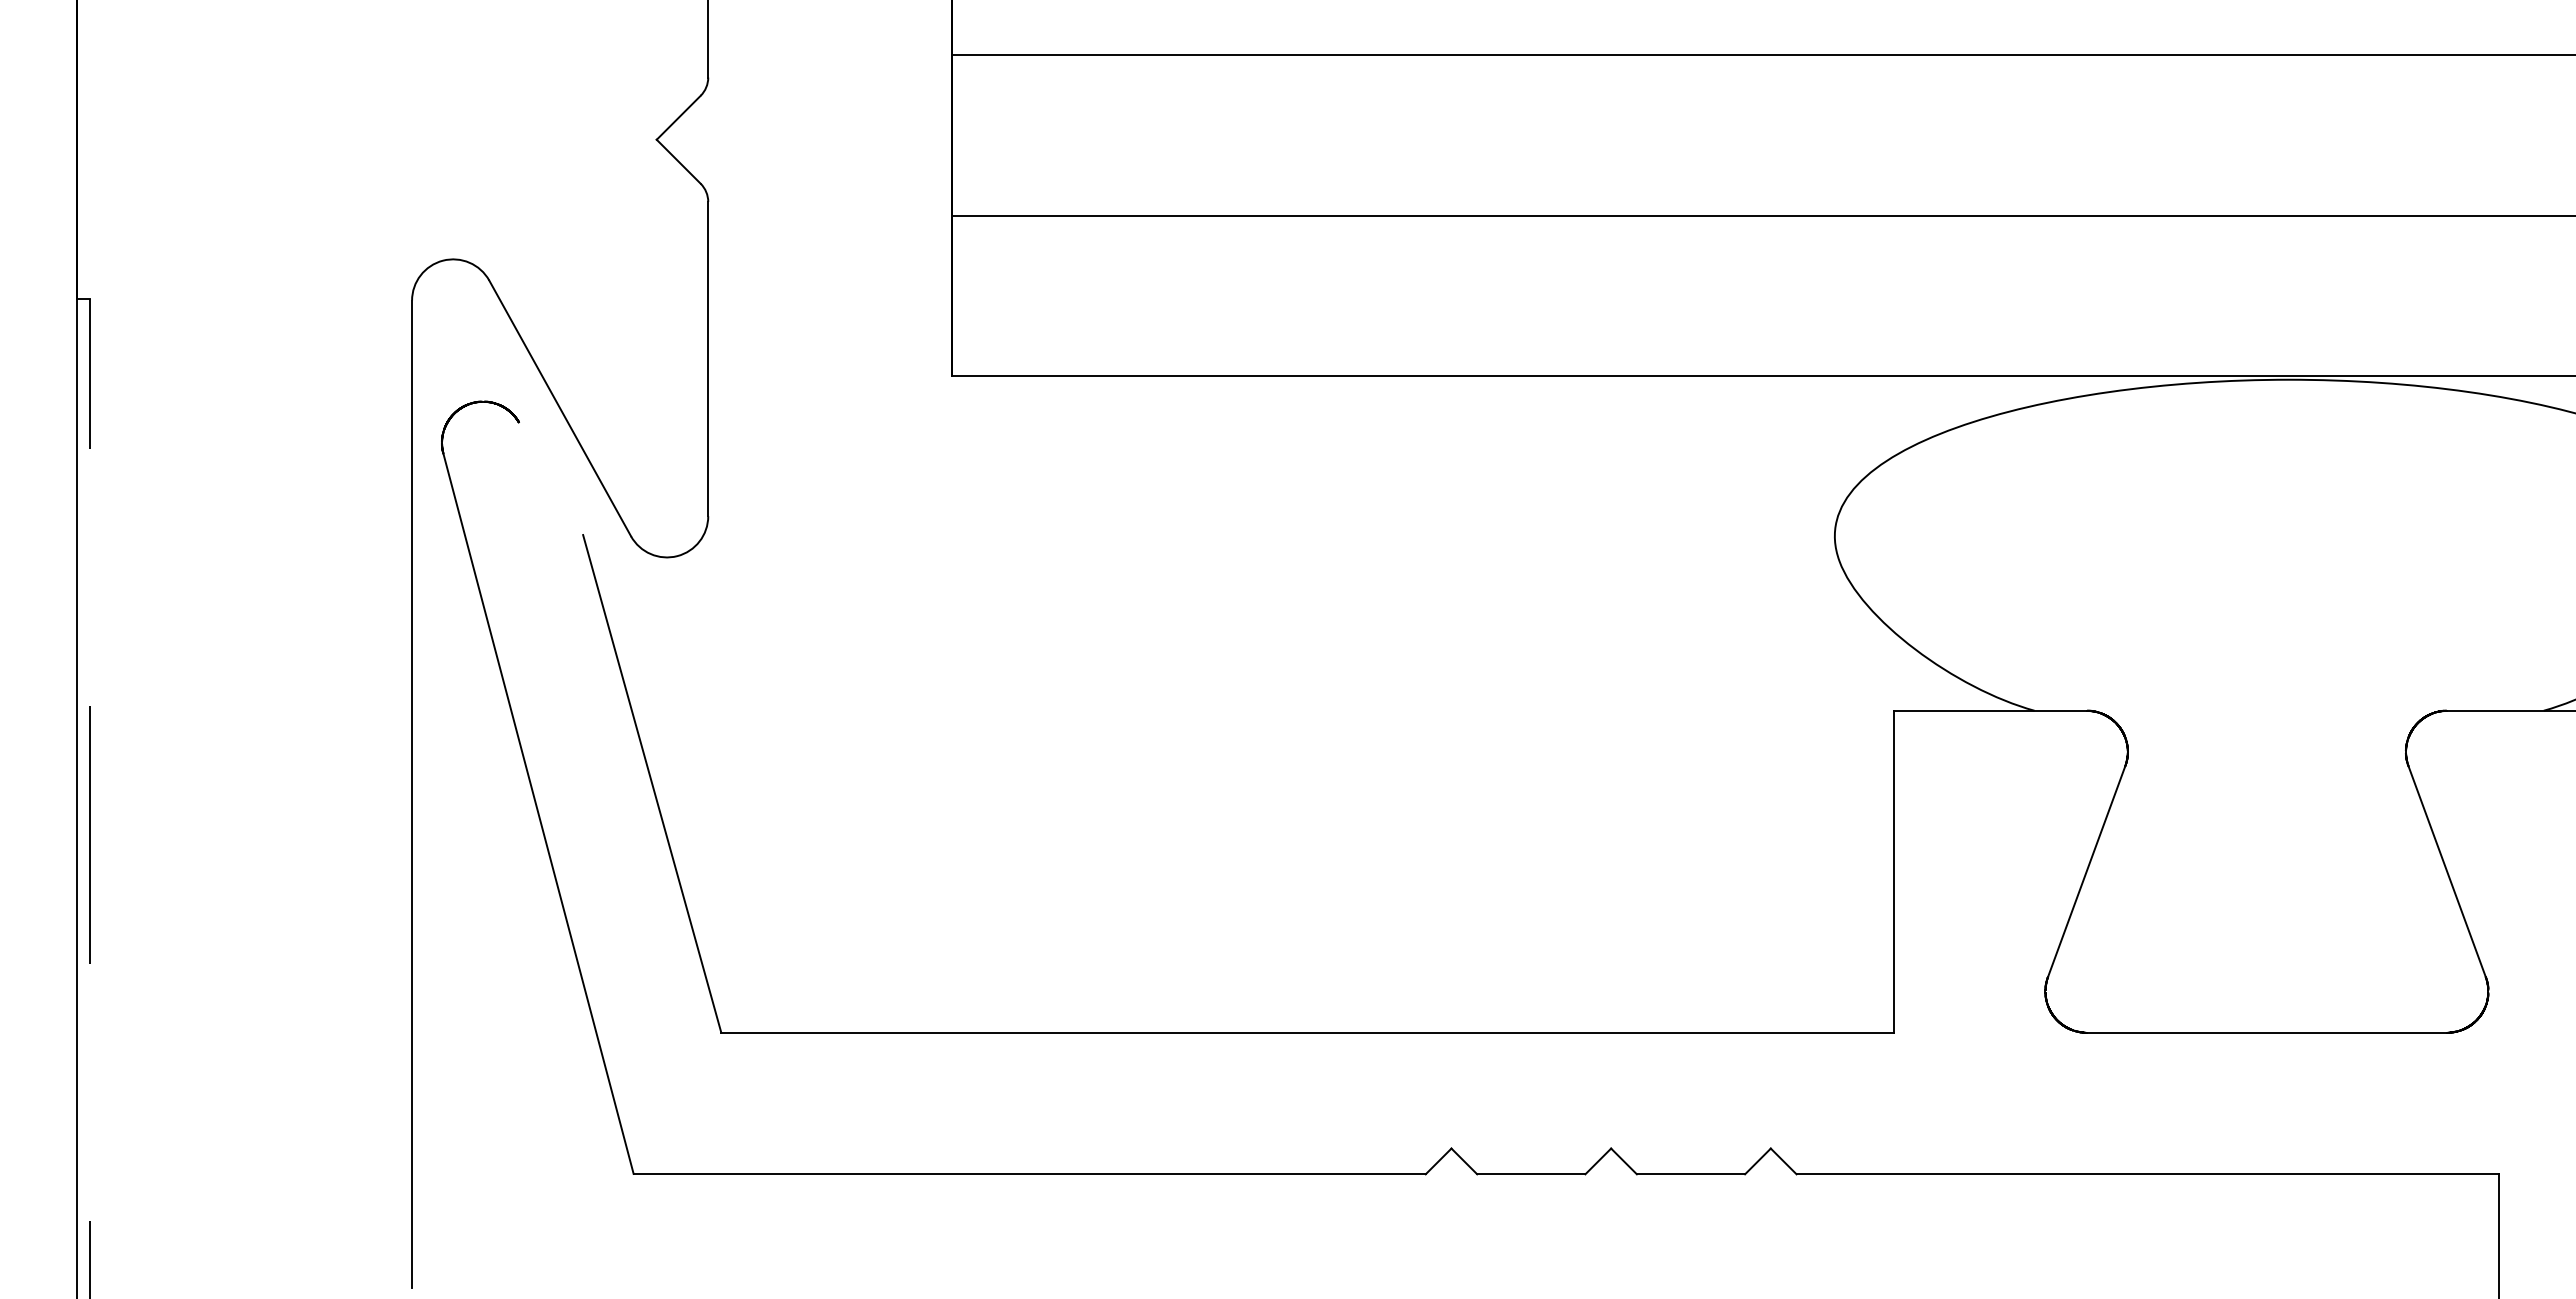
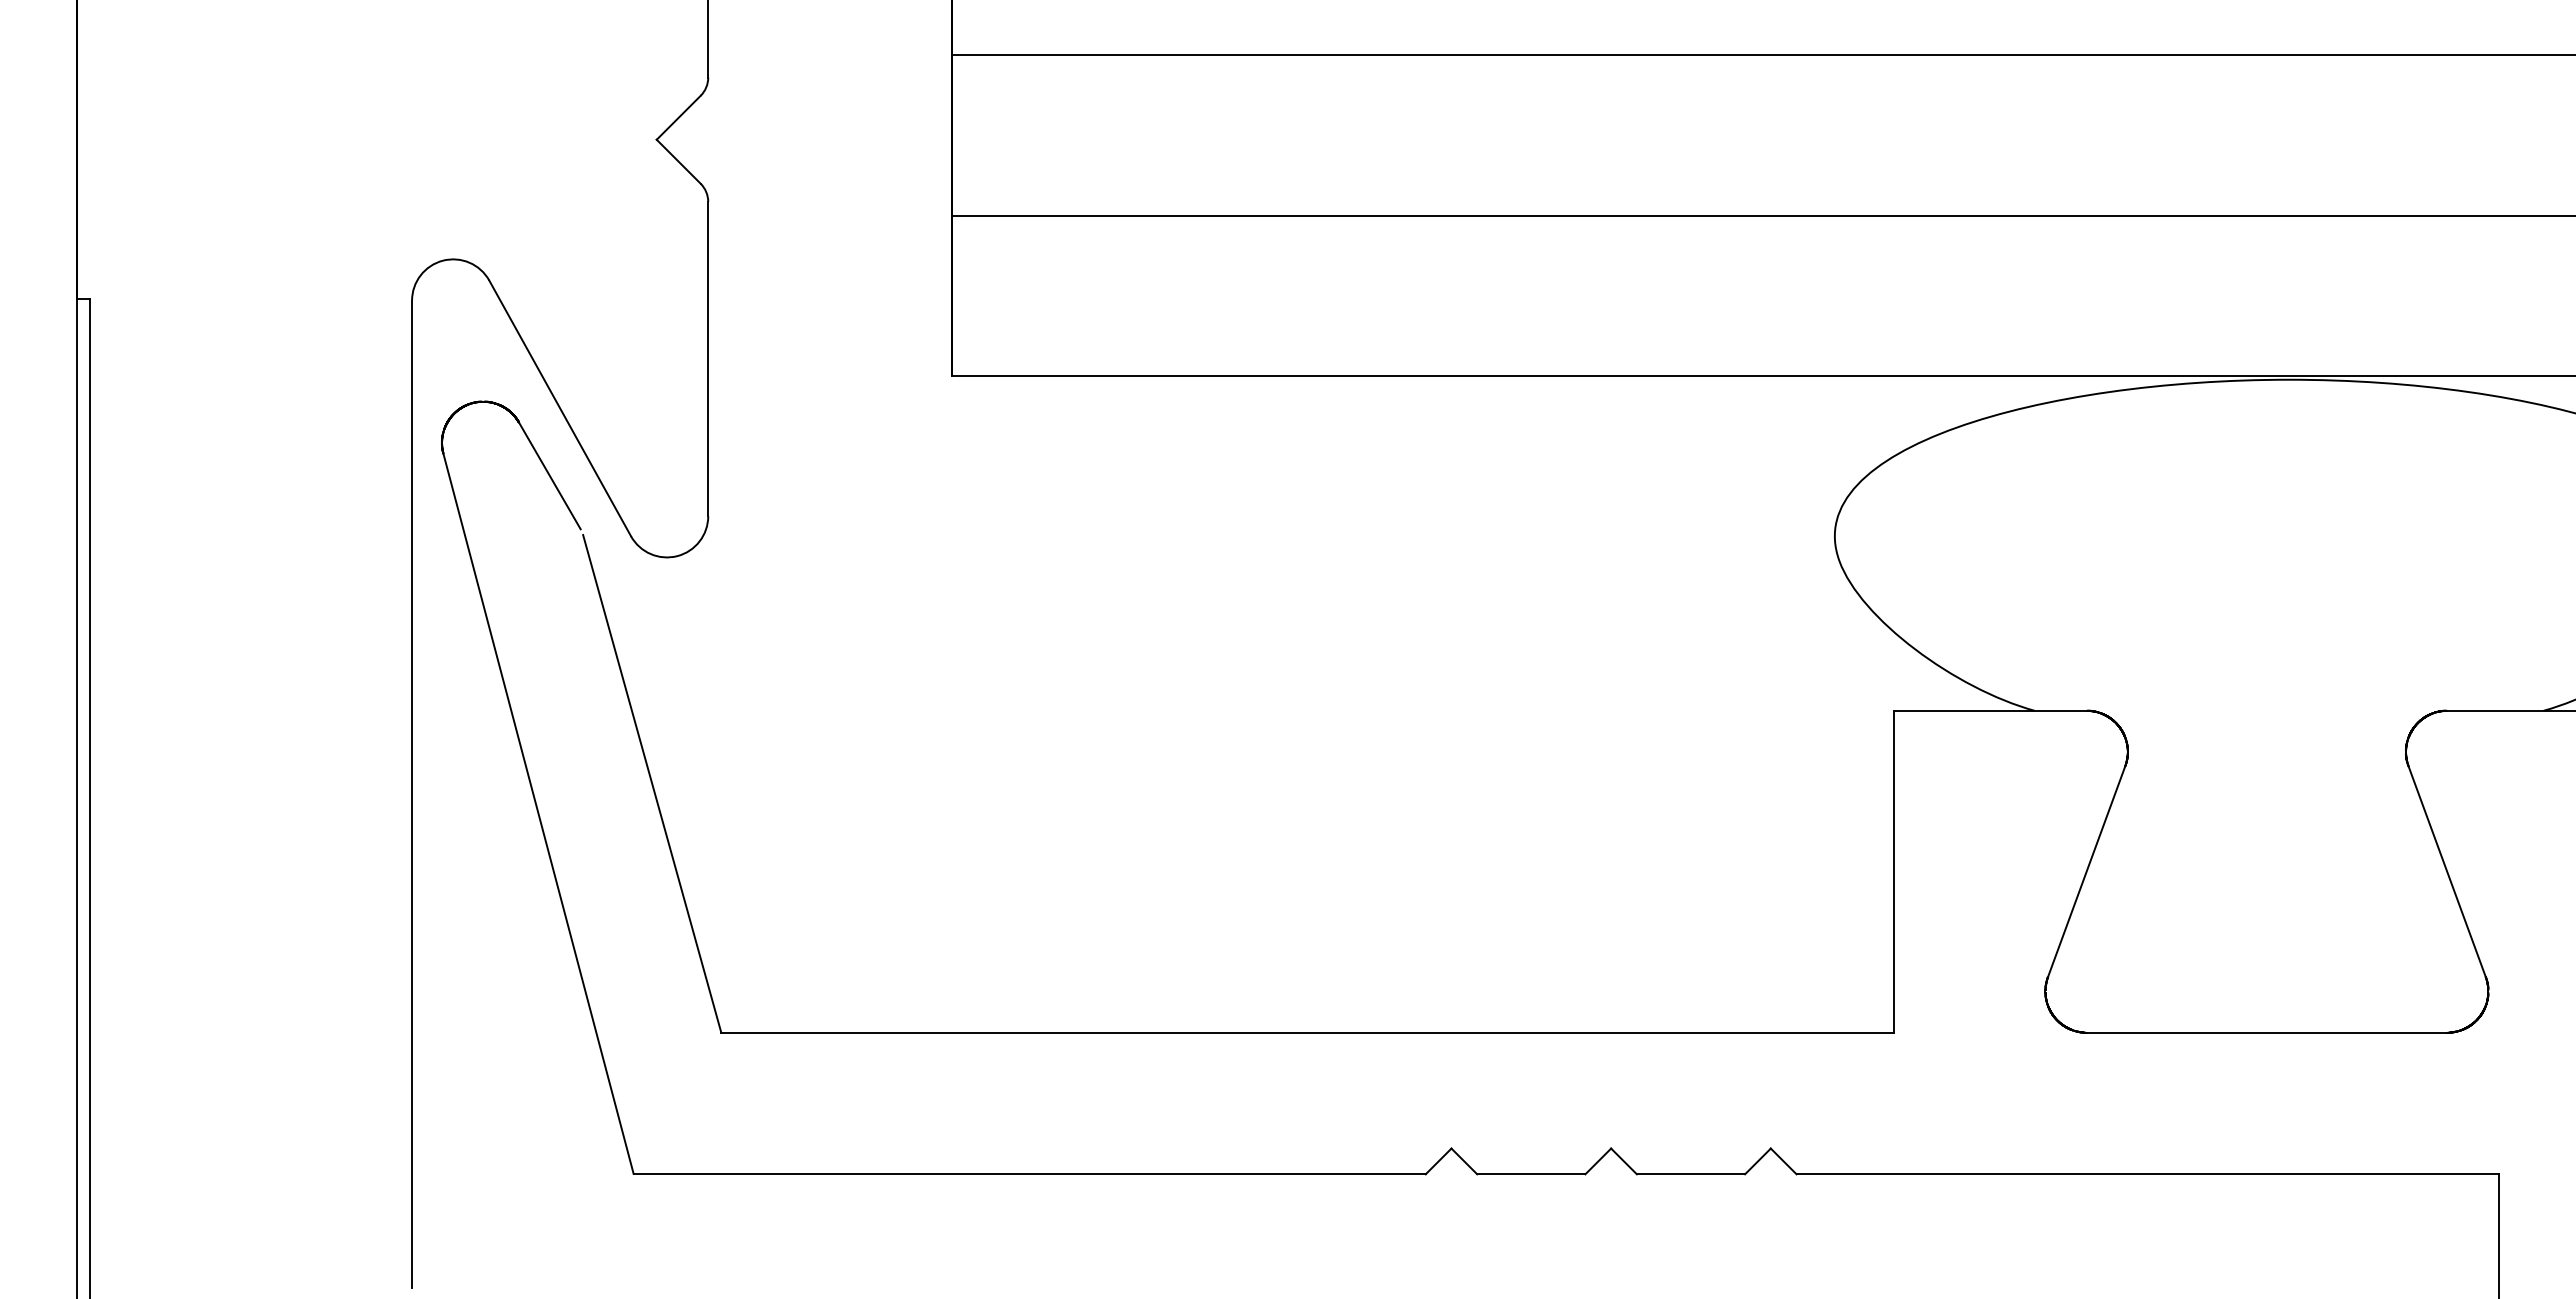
line at (549, 475): none -> present
line at (90, 798): dashed -> solid
